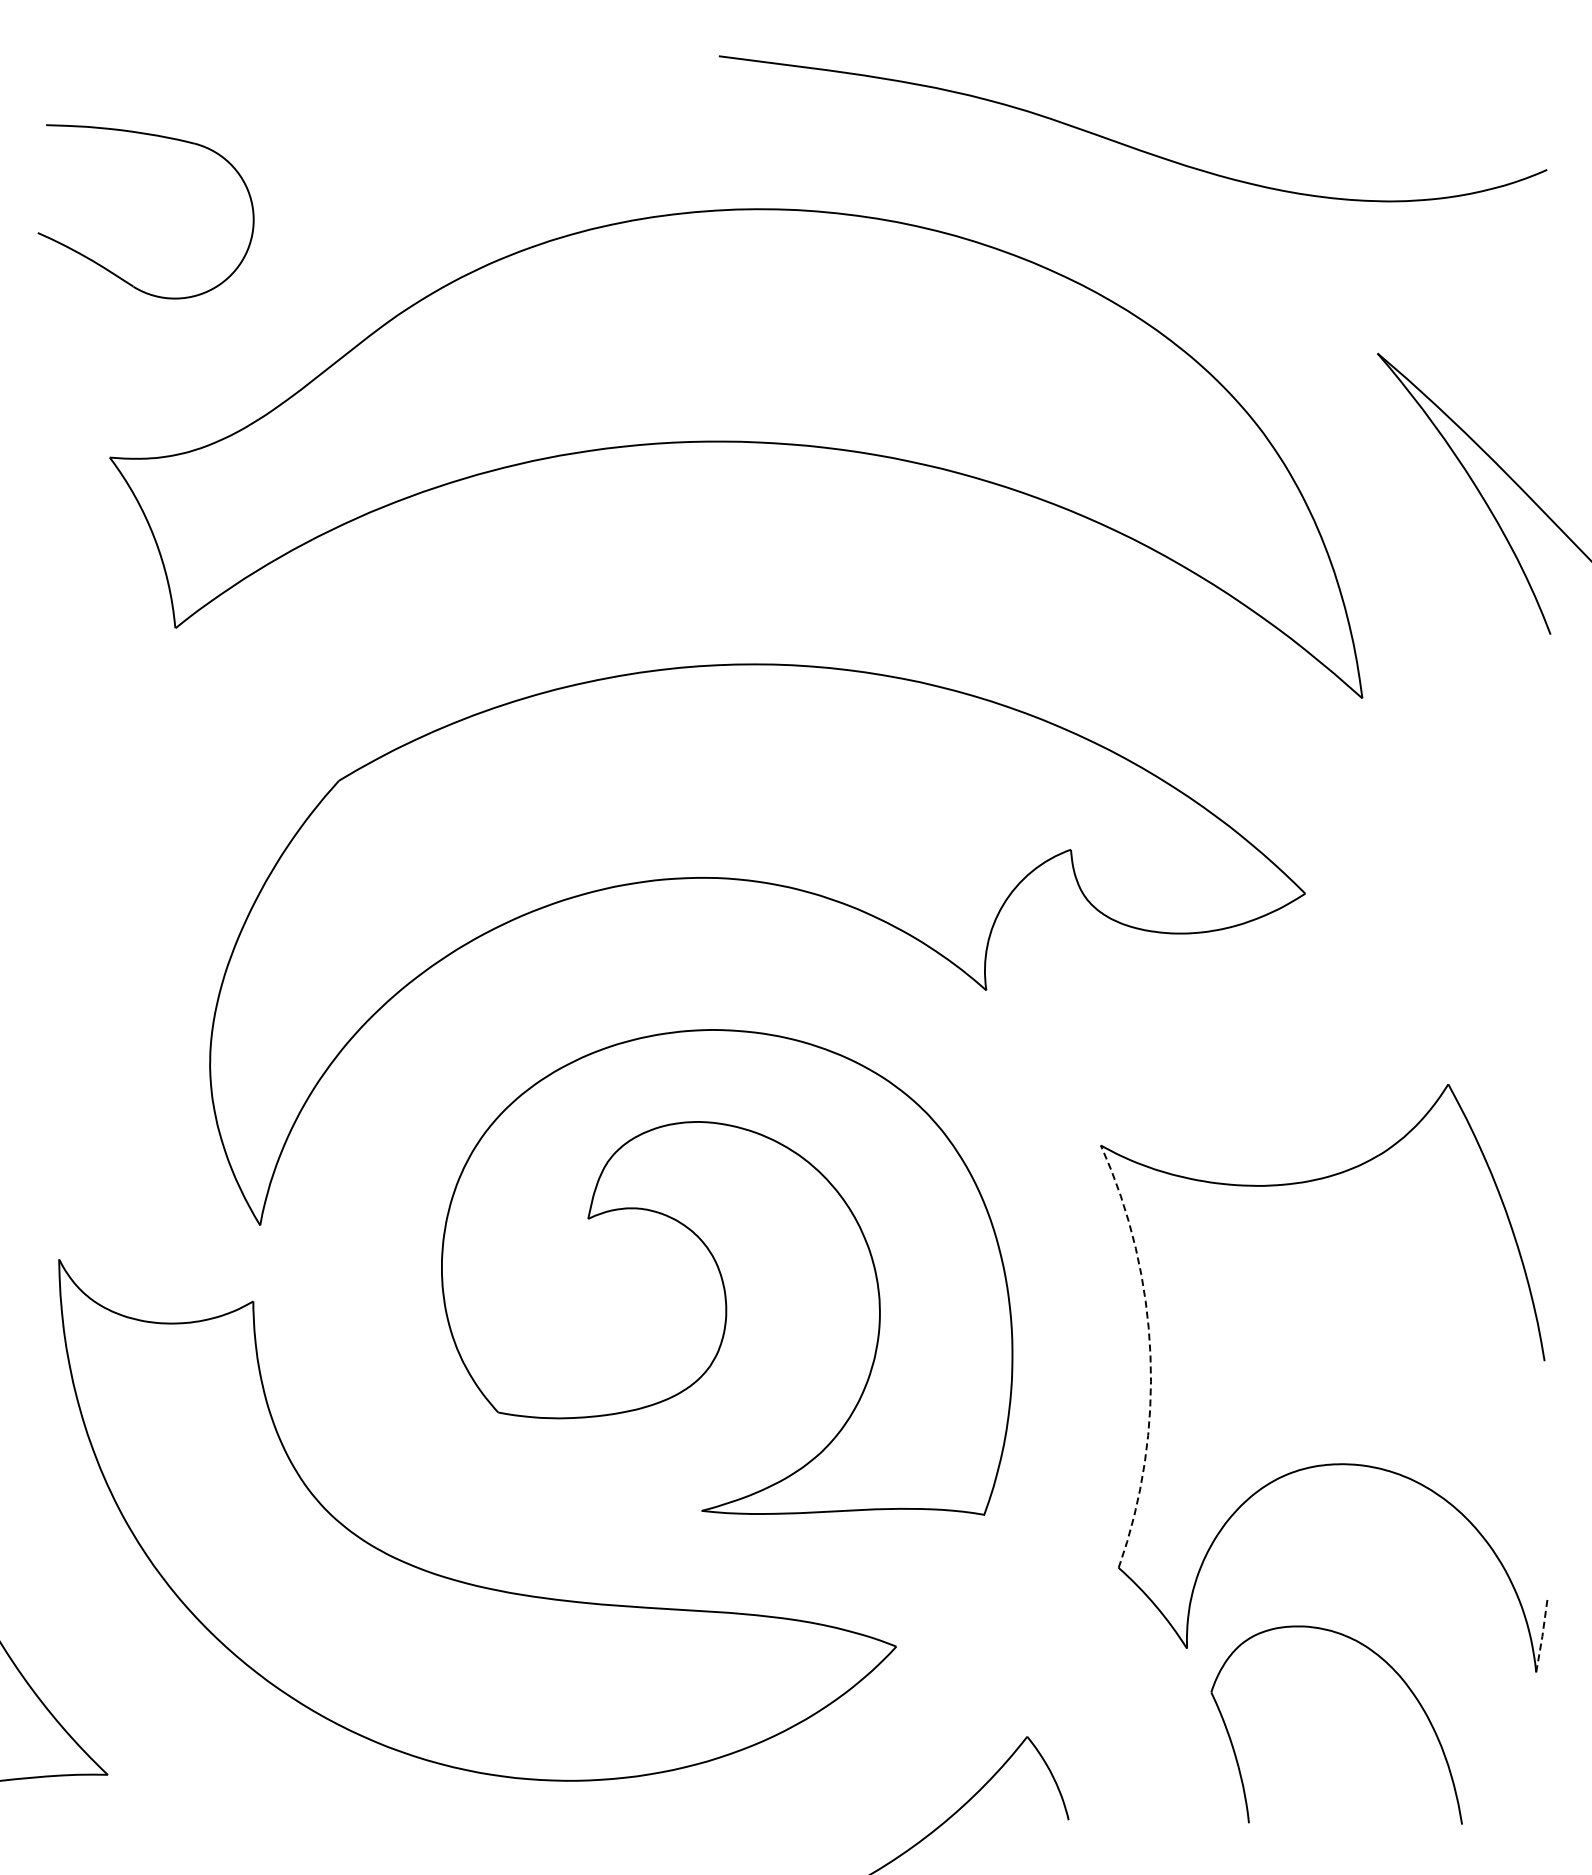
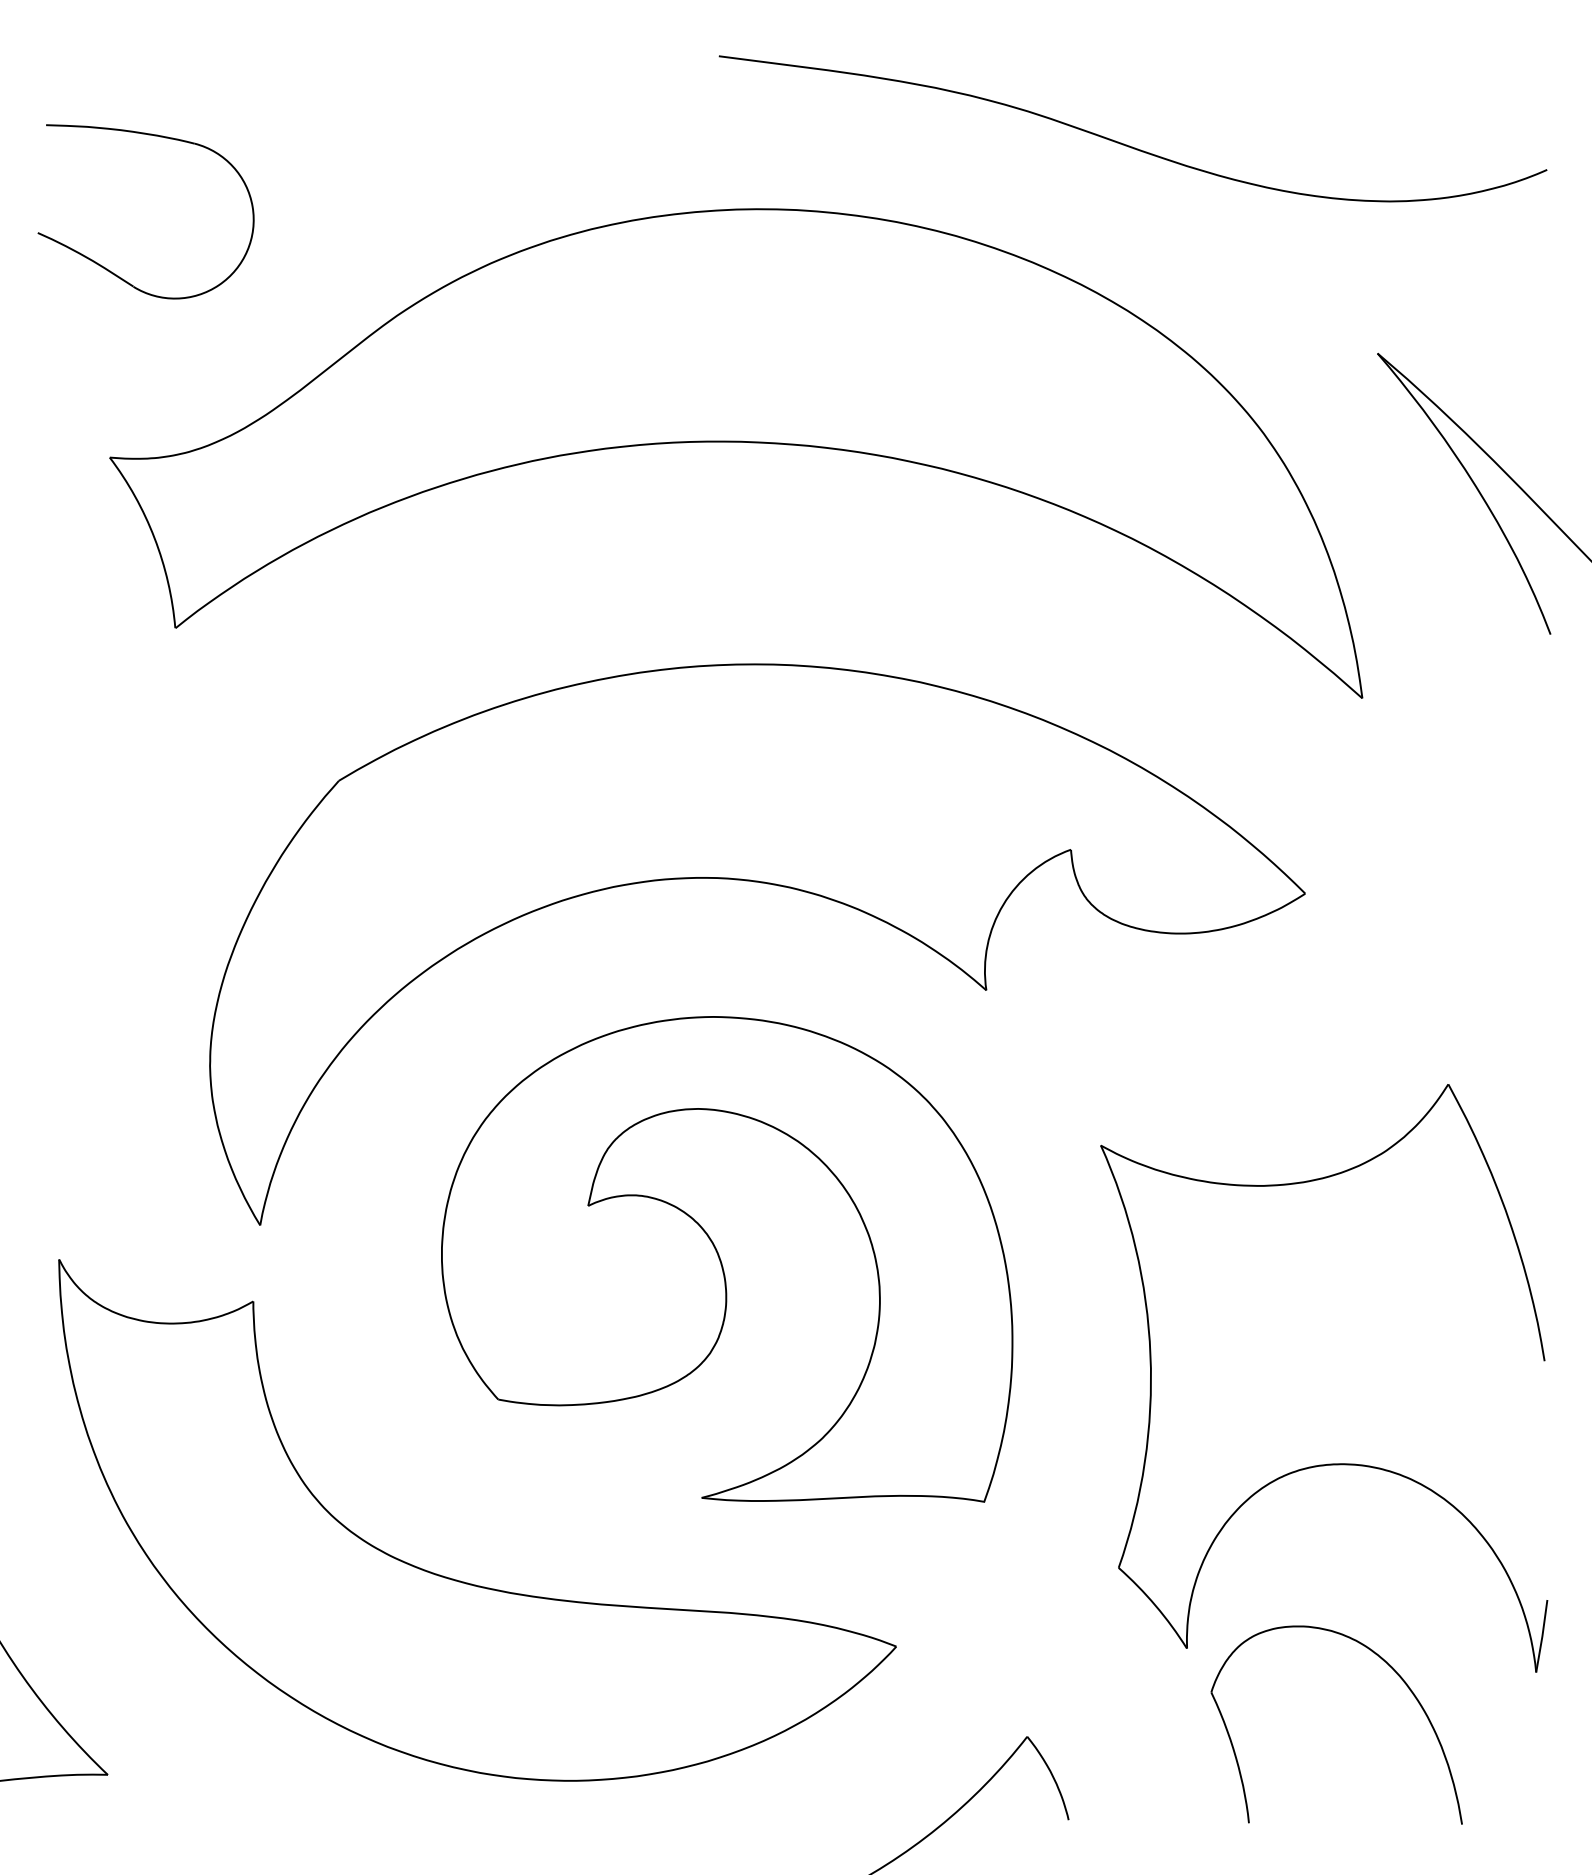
part at (721, 1273) position: (721, 1273) -> (721, 1260)
arc at (1150, 1354): dashed -> solid
line at (1542, 1636): dashed -> solid
